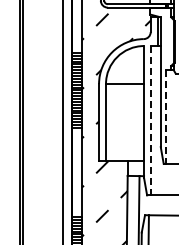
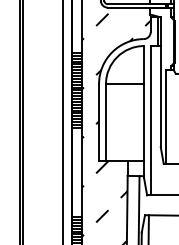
line at (166, 117): dashed -> solid
line at (151, 120): dashed -> solid
